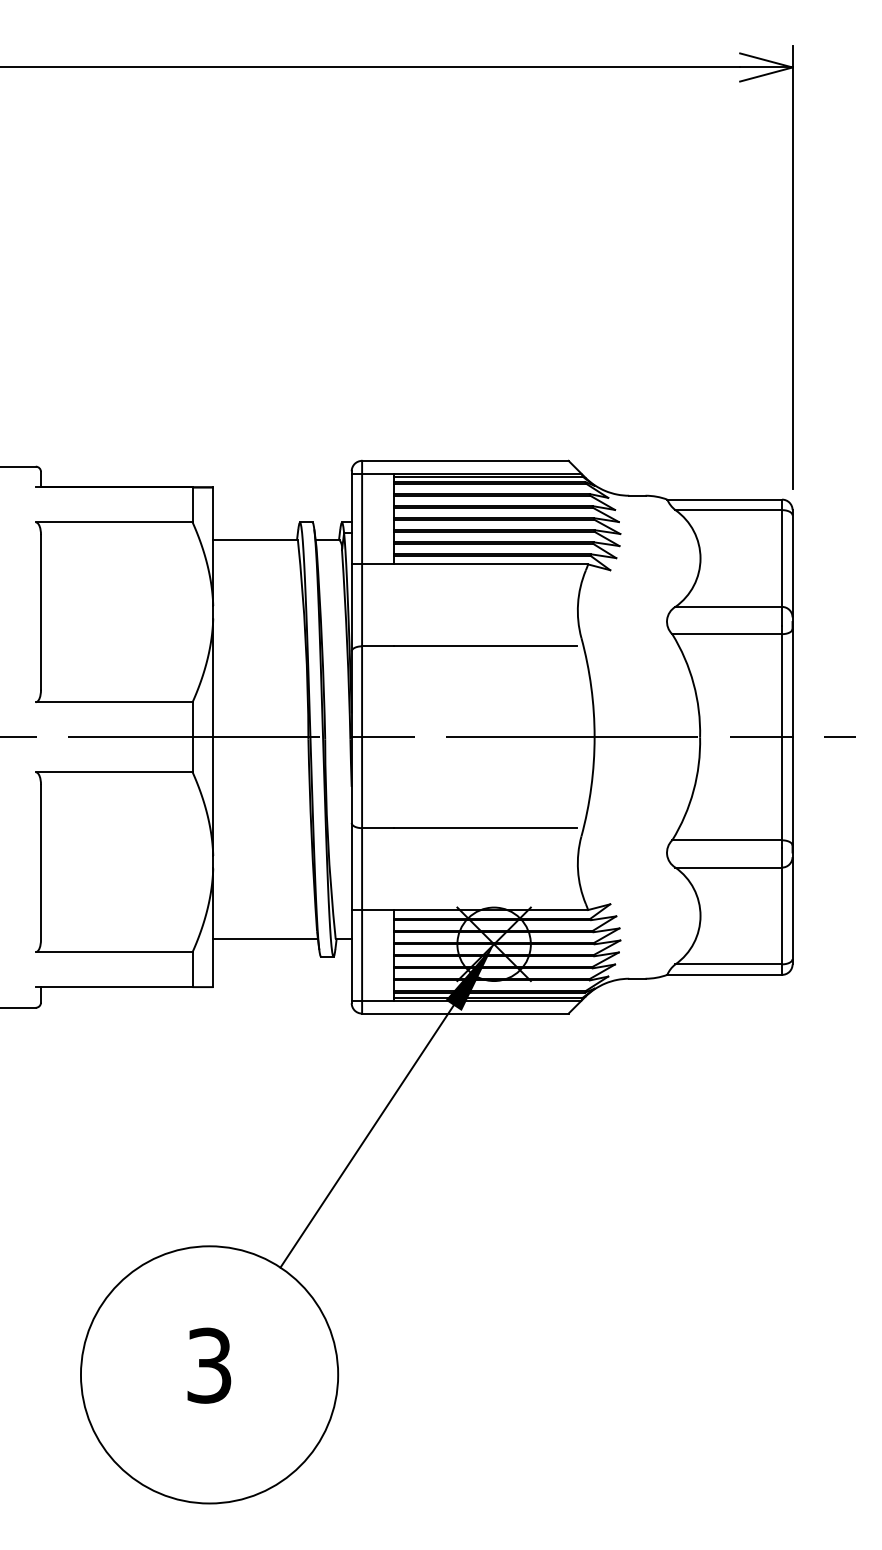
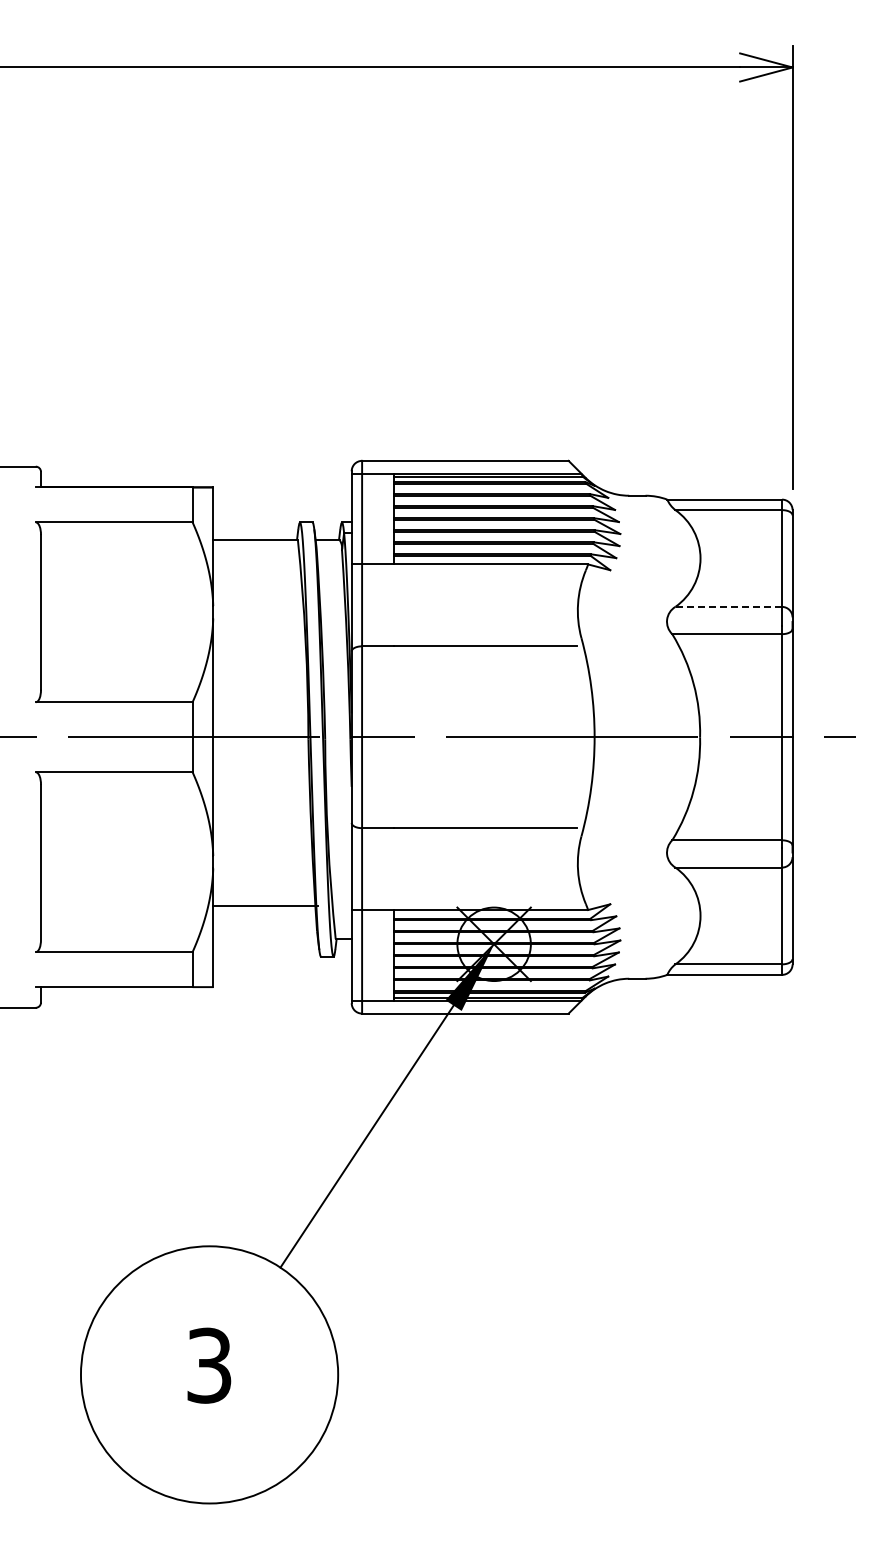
line at (728, 606): solid -> dashed
line at (265, 939) position: (265, 939) -> (265, 906)
